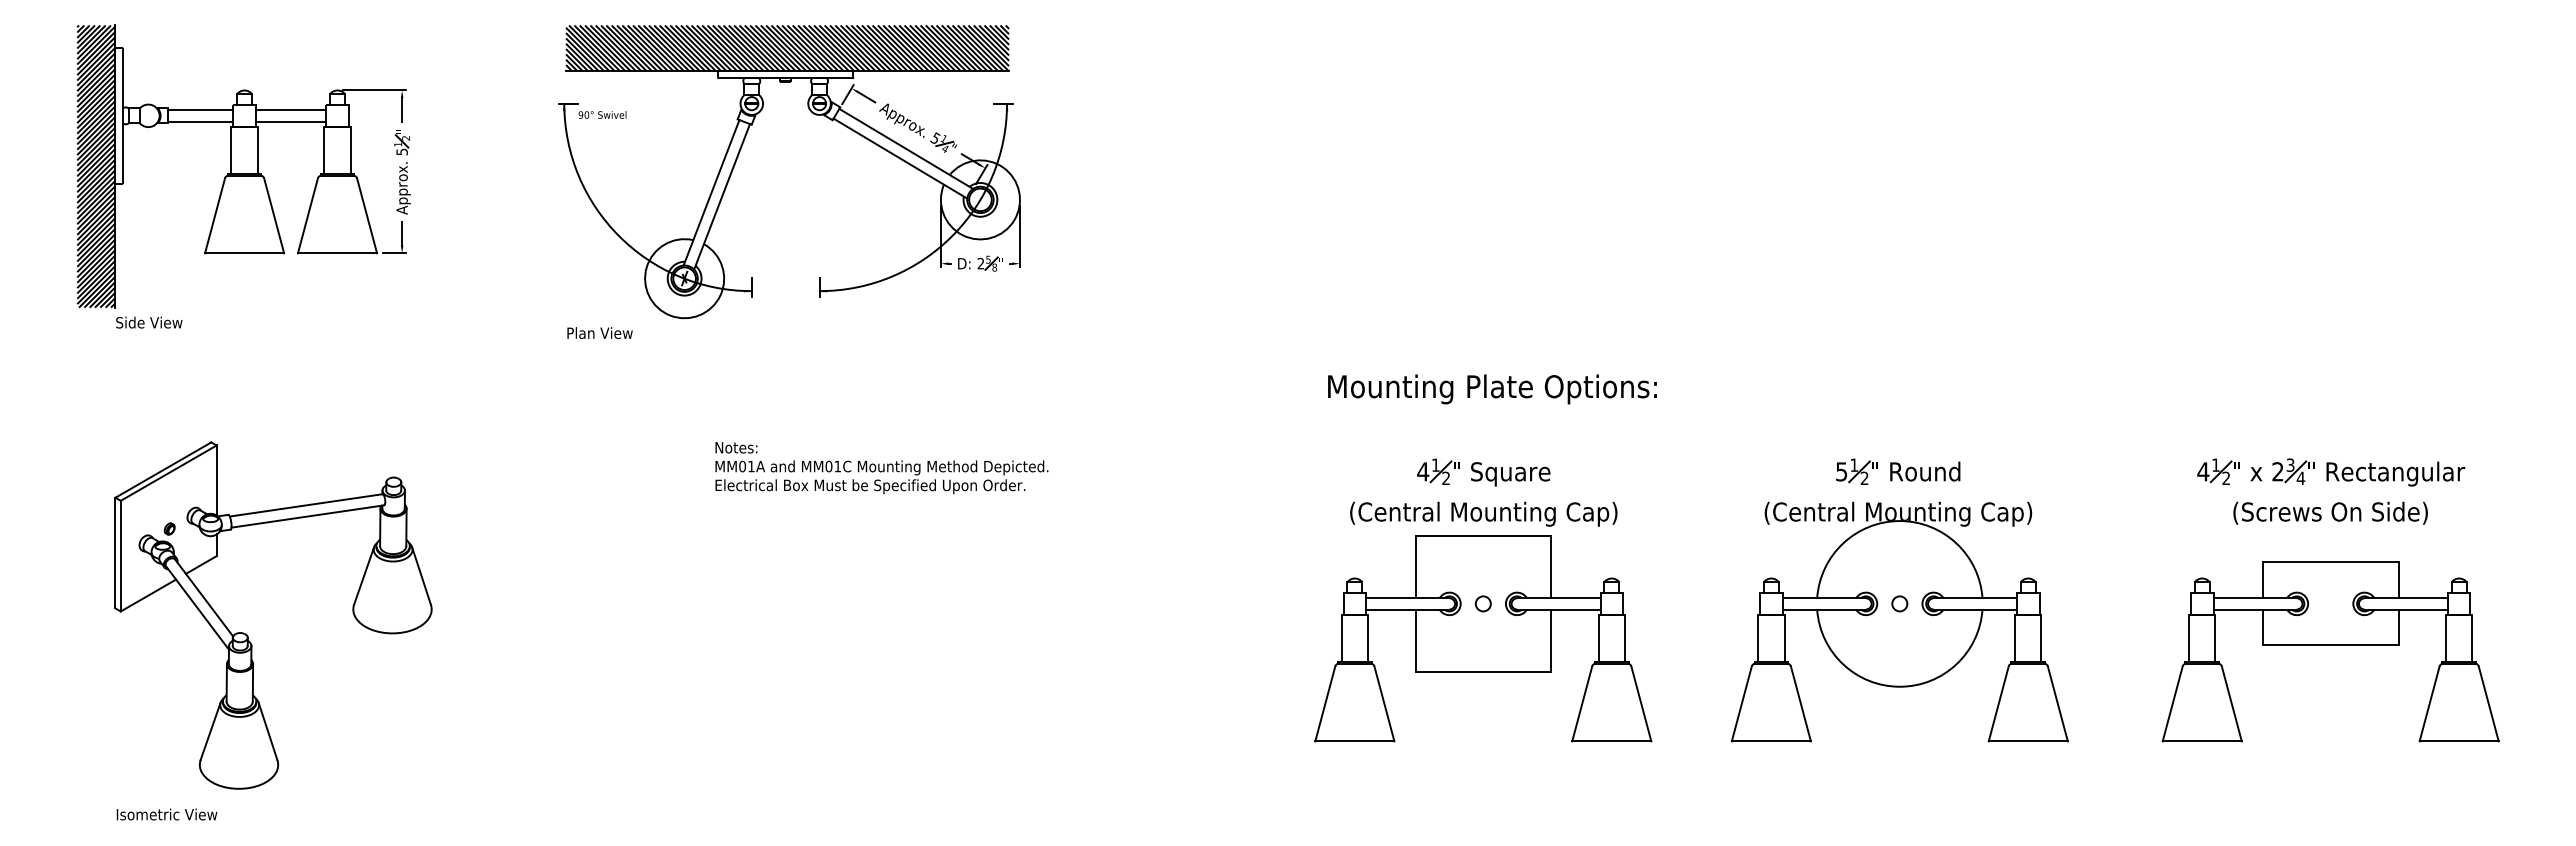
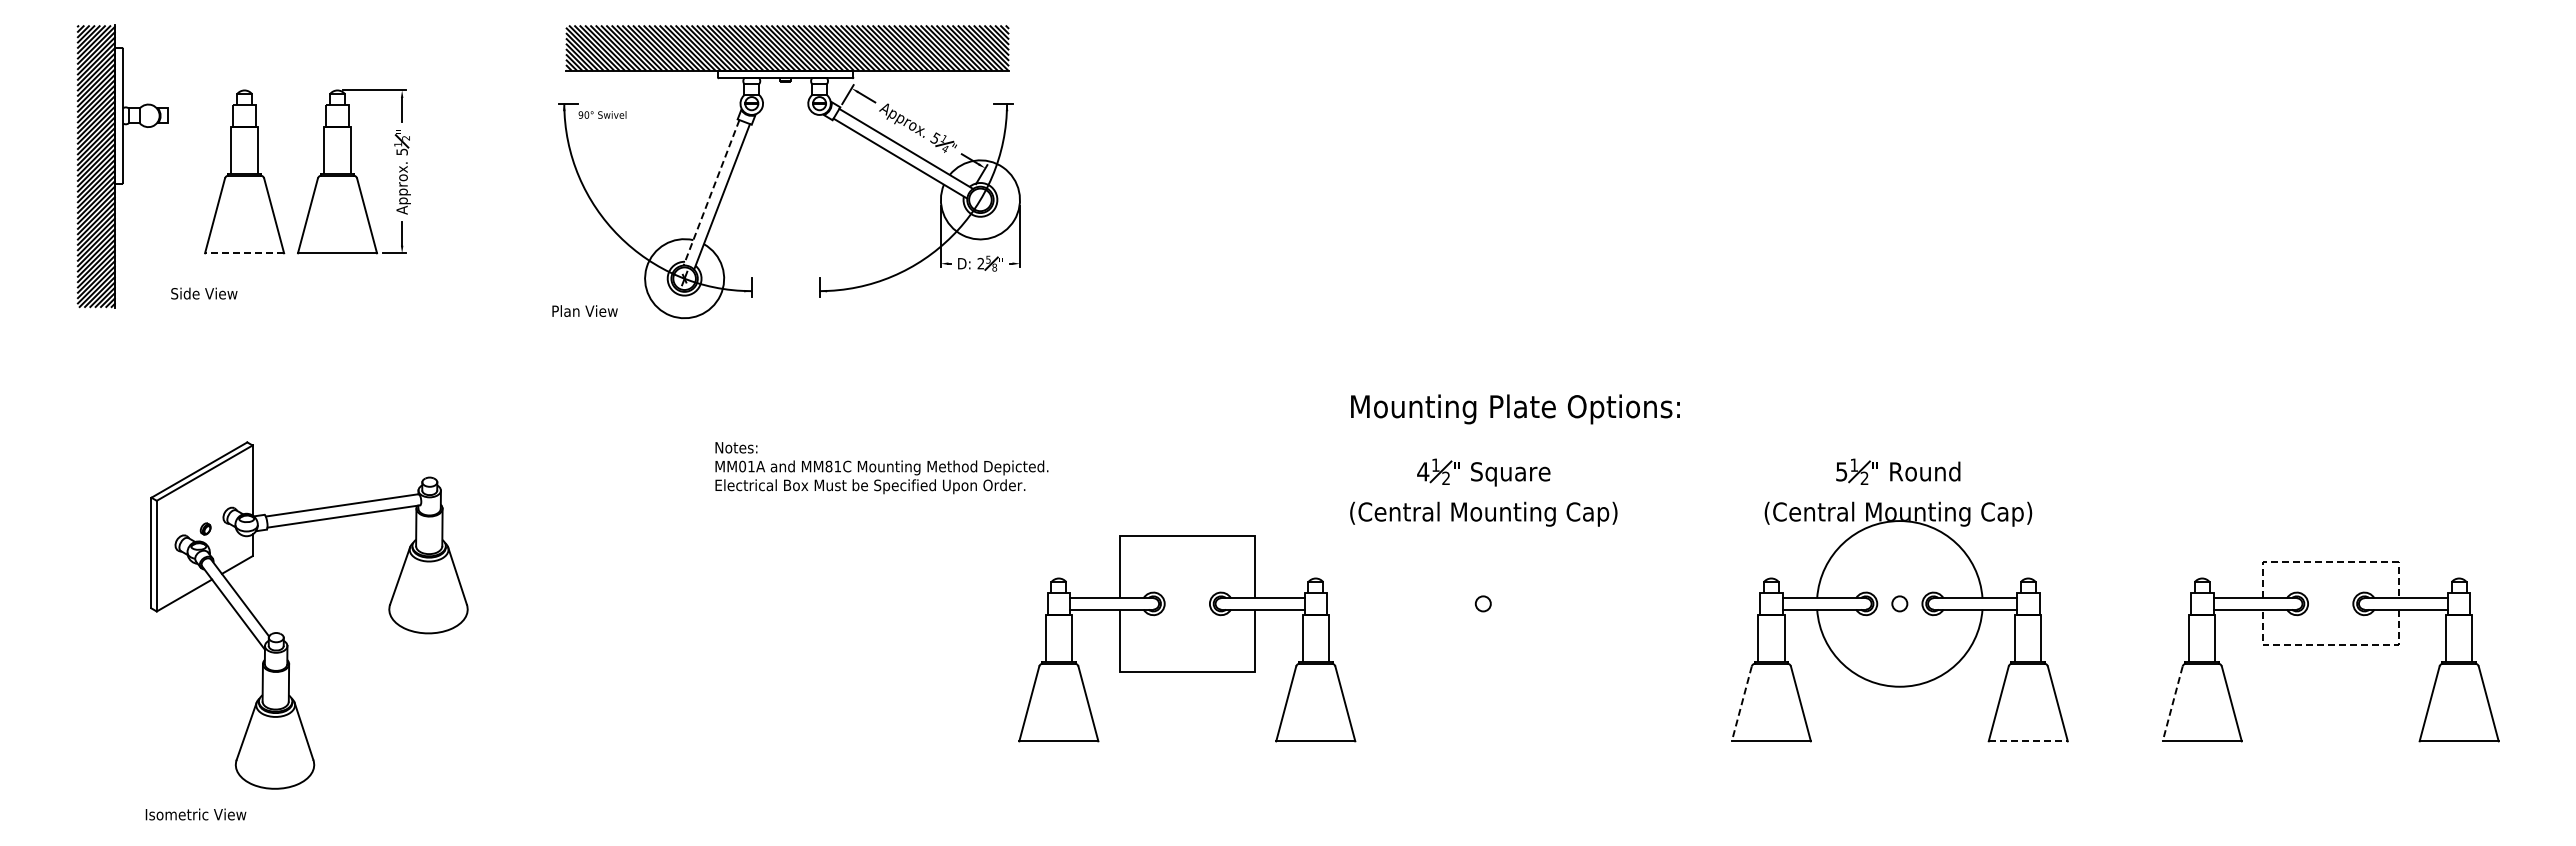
line at (200, 110): present -> none
line at (290, 110): present -> none
line at (200, 121): present -> none
line at (290, 121): present -> none
line at (711, 192): solid -> dashed
line at (244, 253): solid -> dashed
text at (149, 322) position: (149, 322) -> (204, 293)
text at (599, 332) position: (599, 332) -> (584, 310)
text at (1492, 389) position: (1492, 389) -> (1515, 409)
text at (828, 466): MM01C -> MM81C
part at (2328, 481): present -> none
line at (2330, 562): solid -> dashed
part at (247, 634) position: (247, 634) -> (283, 634)
part at (1483, 638) position: (1483, 638) -> (1187, 638)
line at (2330, 645): solid -> dashed
line at (1741, 703): solid -> dashed
line at (2172, 703): solid -> dashed
line at (2028, 741): solid -> dashed
text at (166, 814) position: (166, 814) -> (195, 814)
